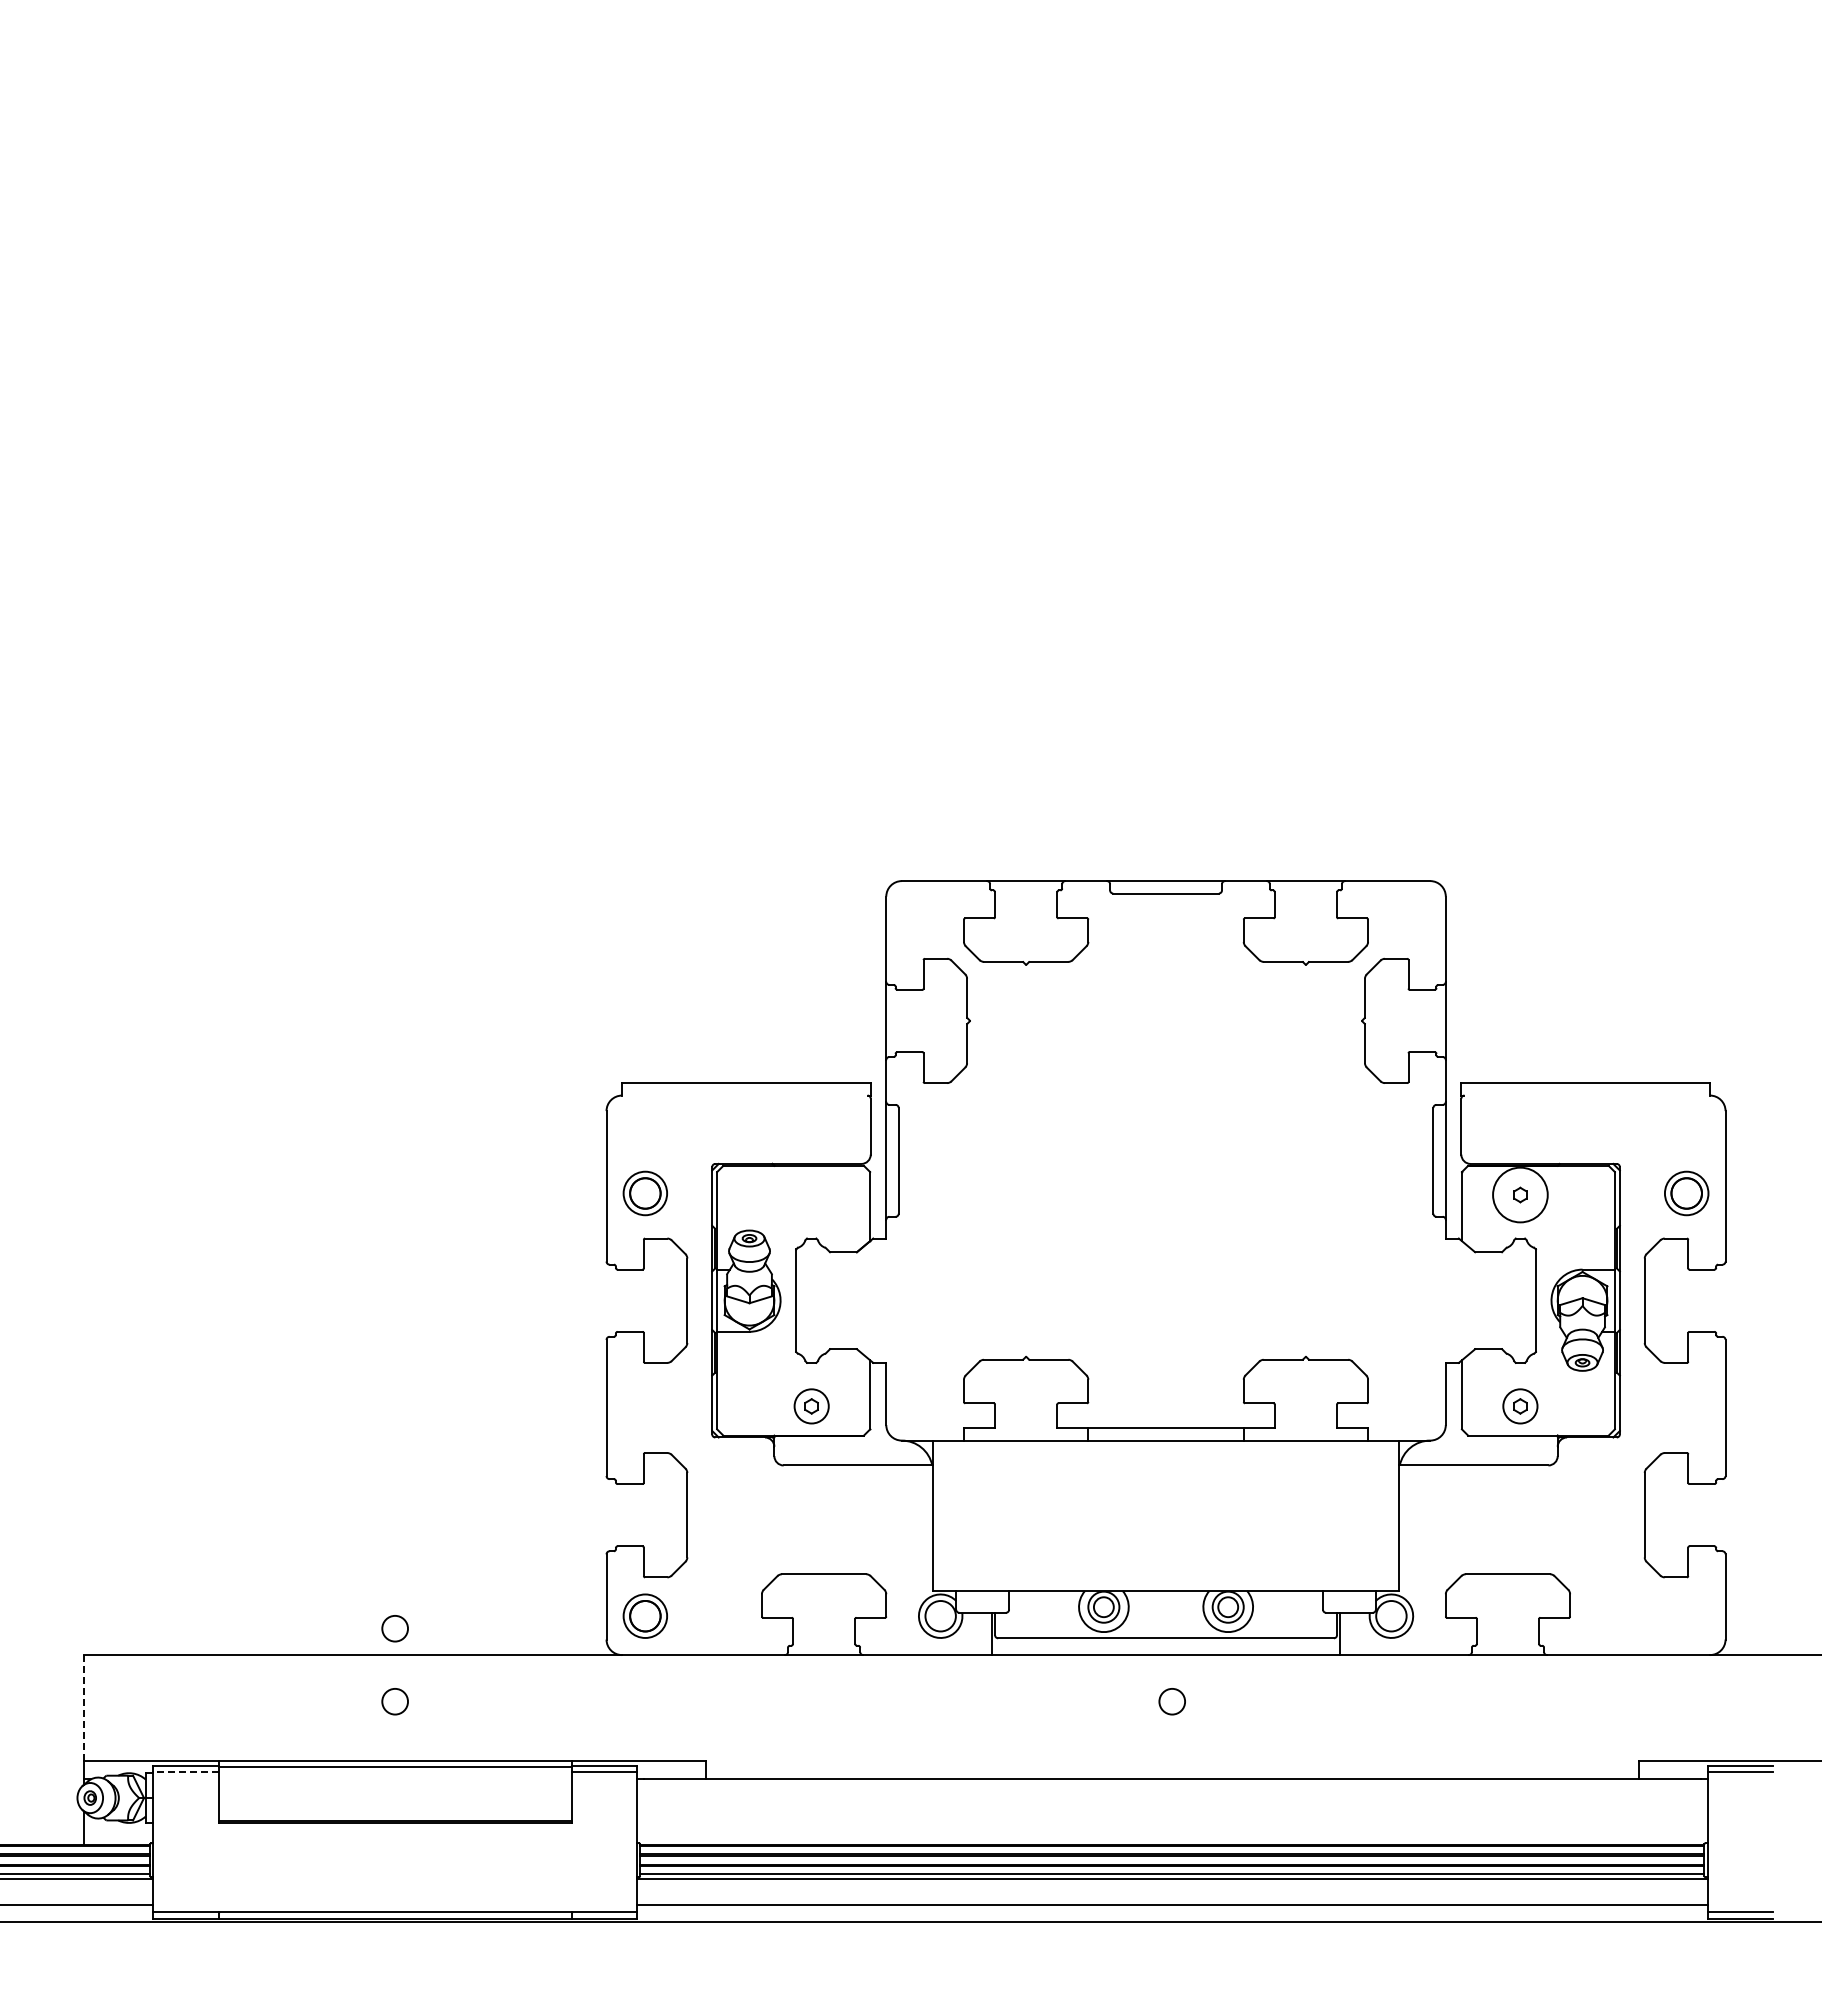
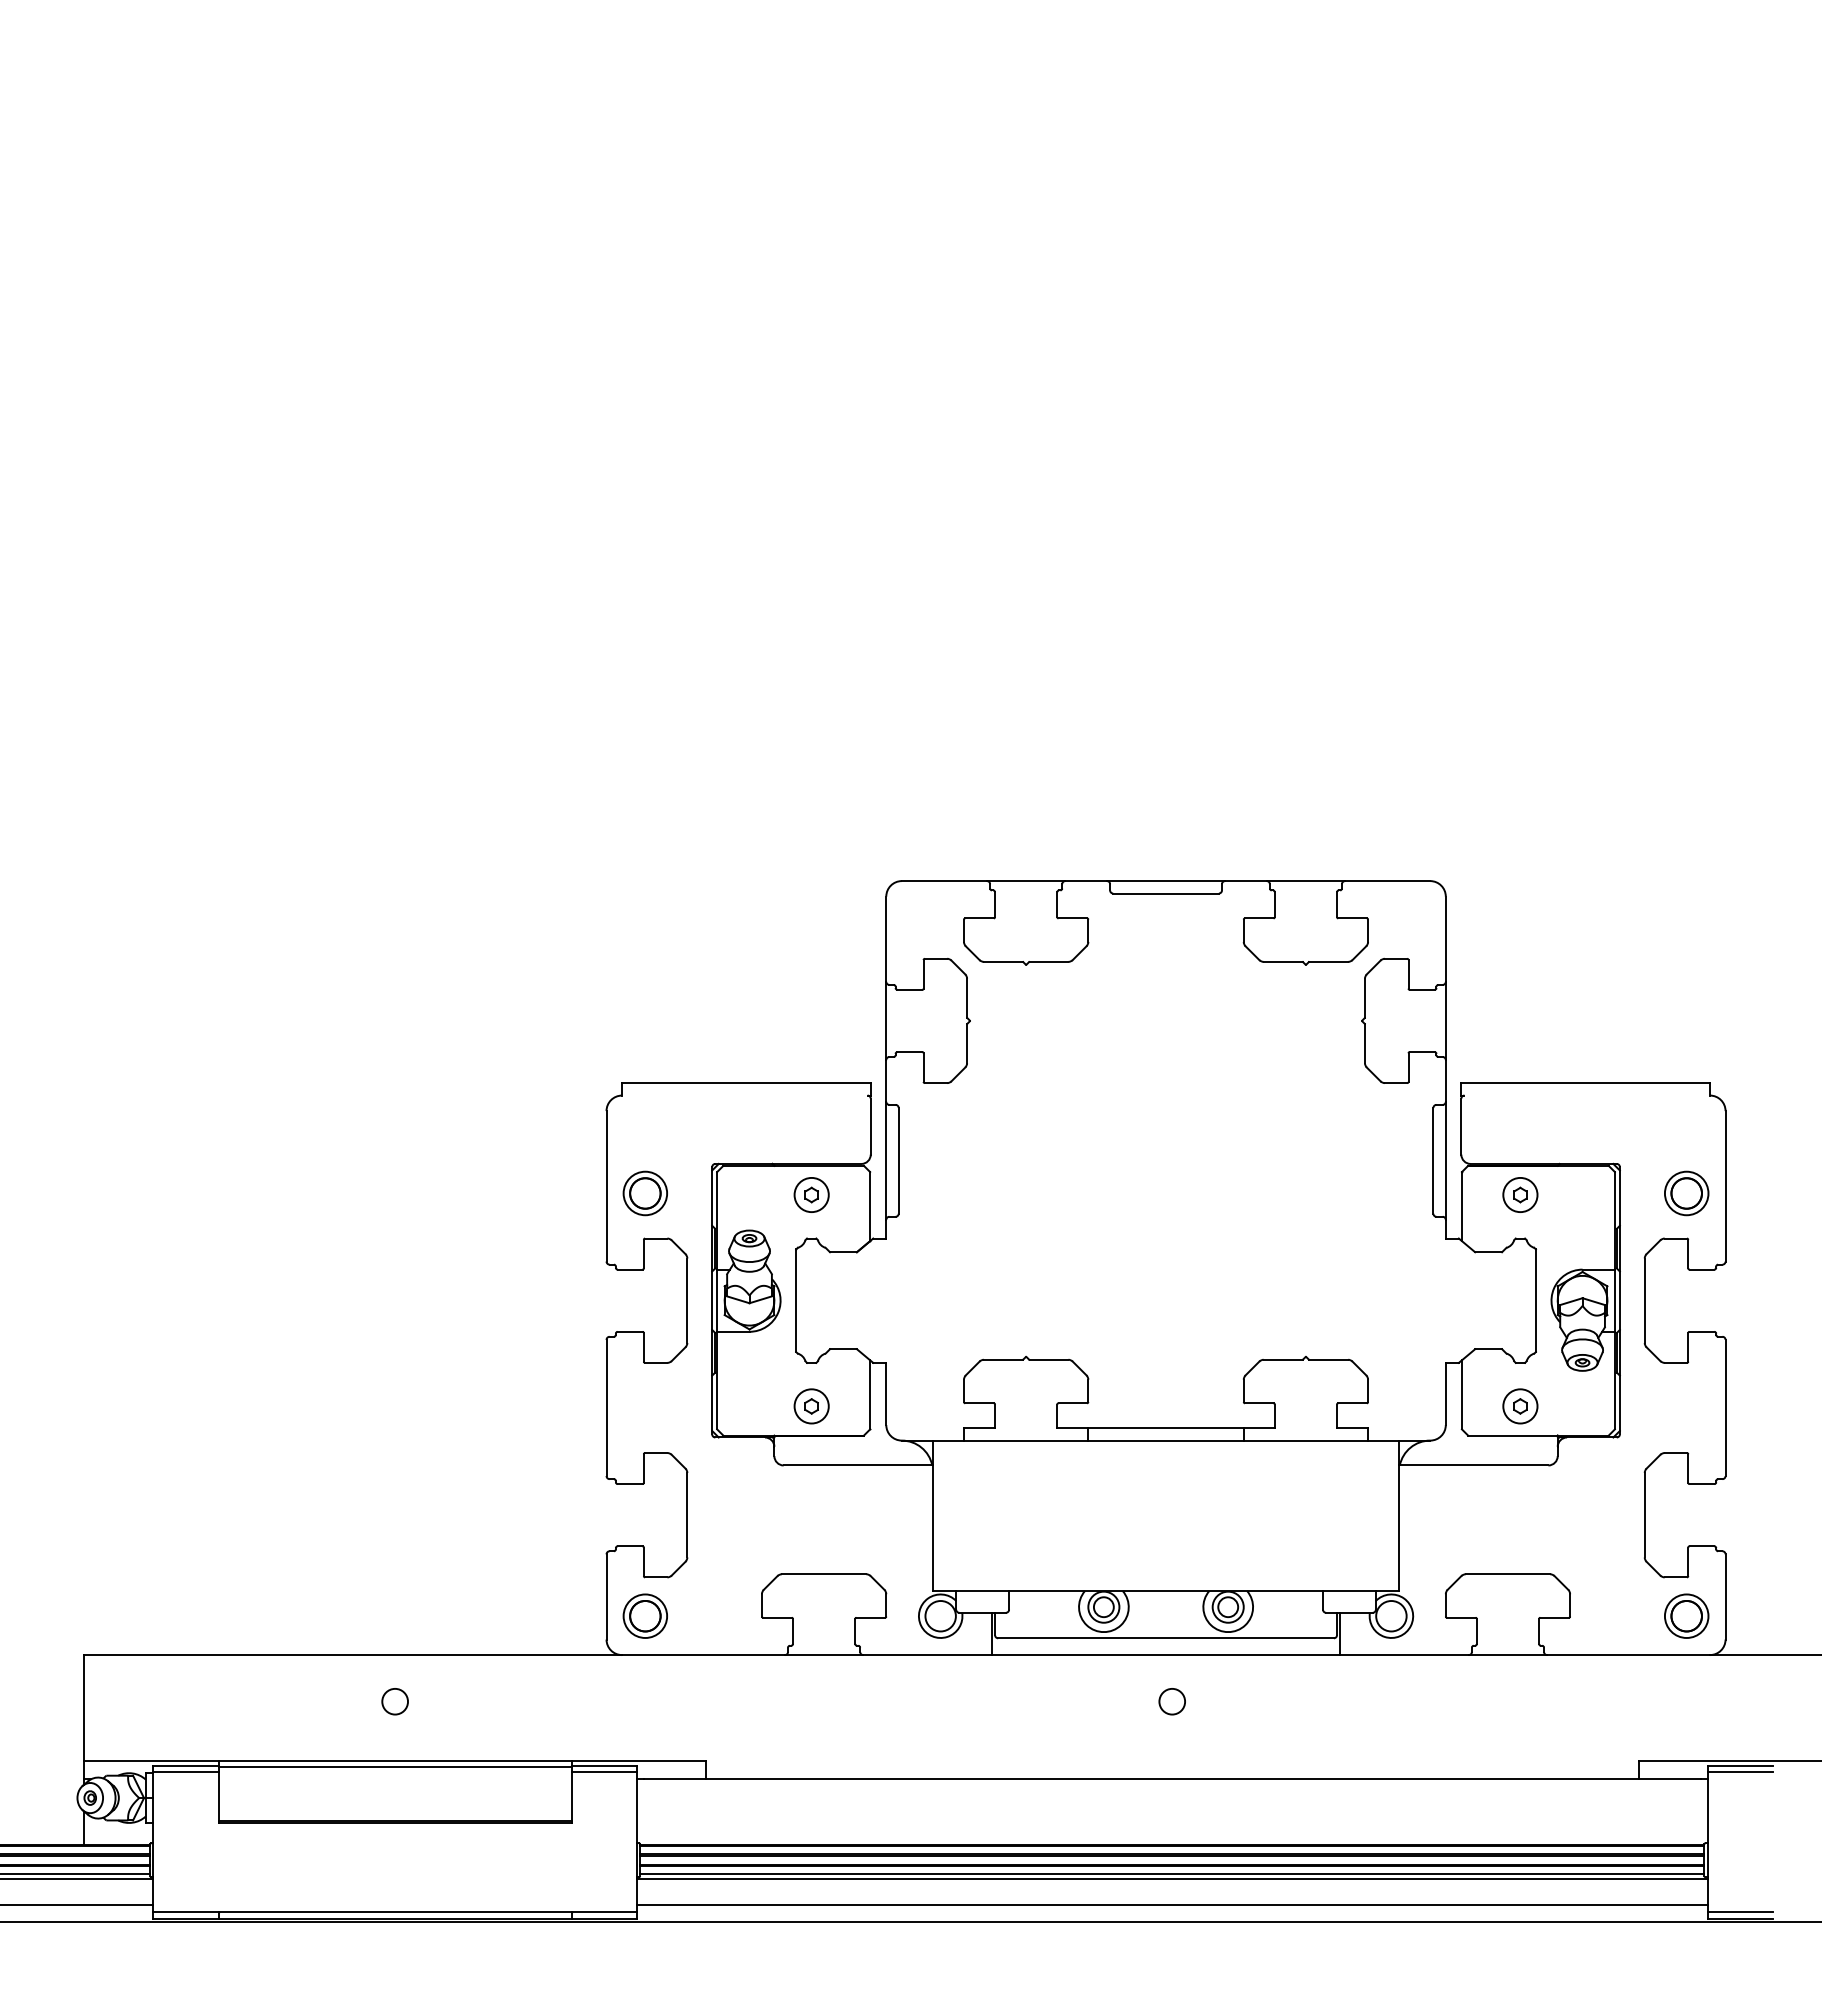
part at (811, 1194): none -> present
circle at (1520, 1194) diameter: 55 px -> 34 px
part at (1686, 1615): none -> present
circle at (394, 1628): present -> none
line at (84, 1707): dashed -> solid
line at (185, 1771): dashed -> solid
